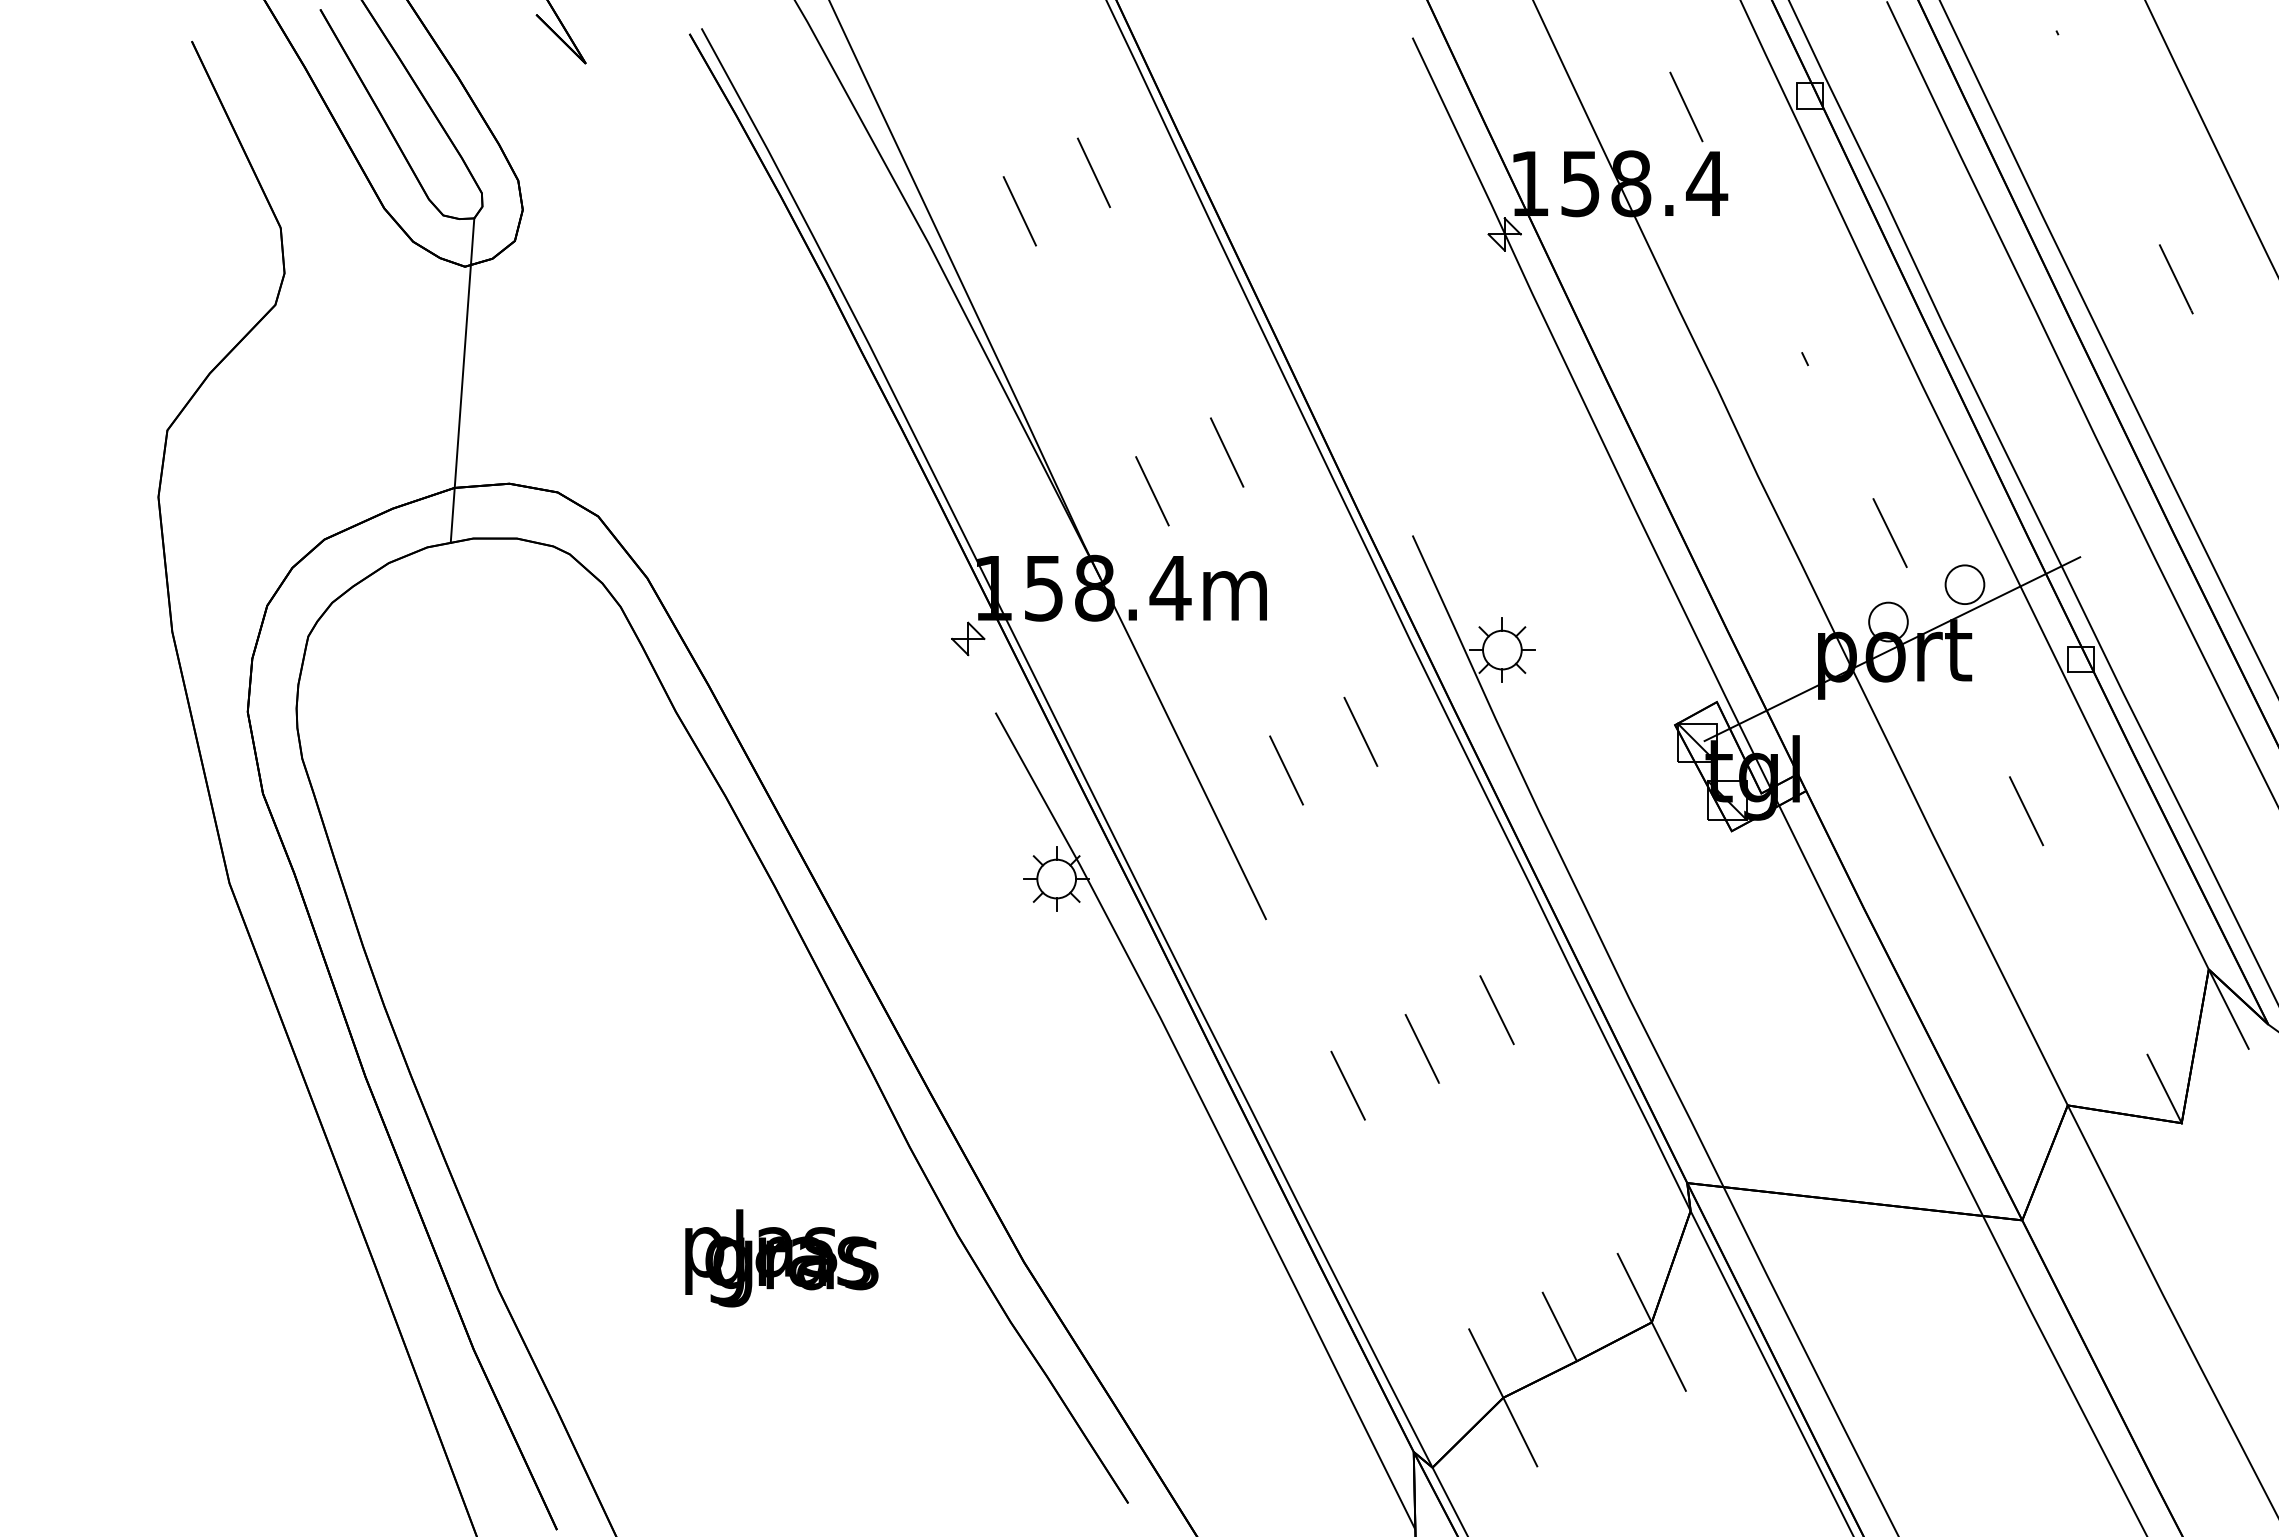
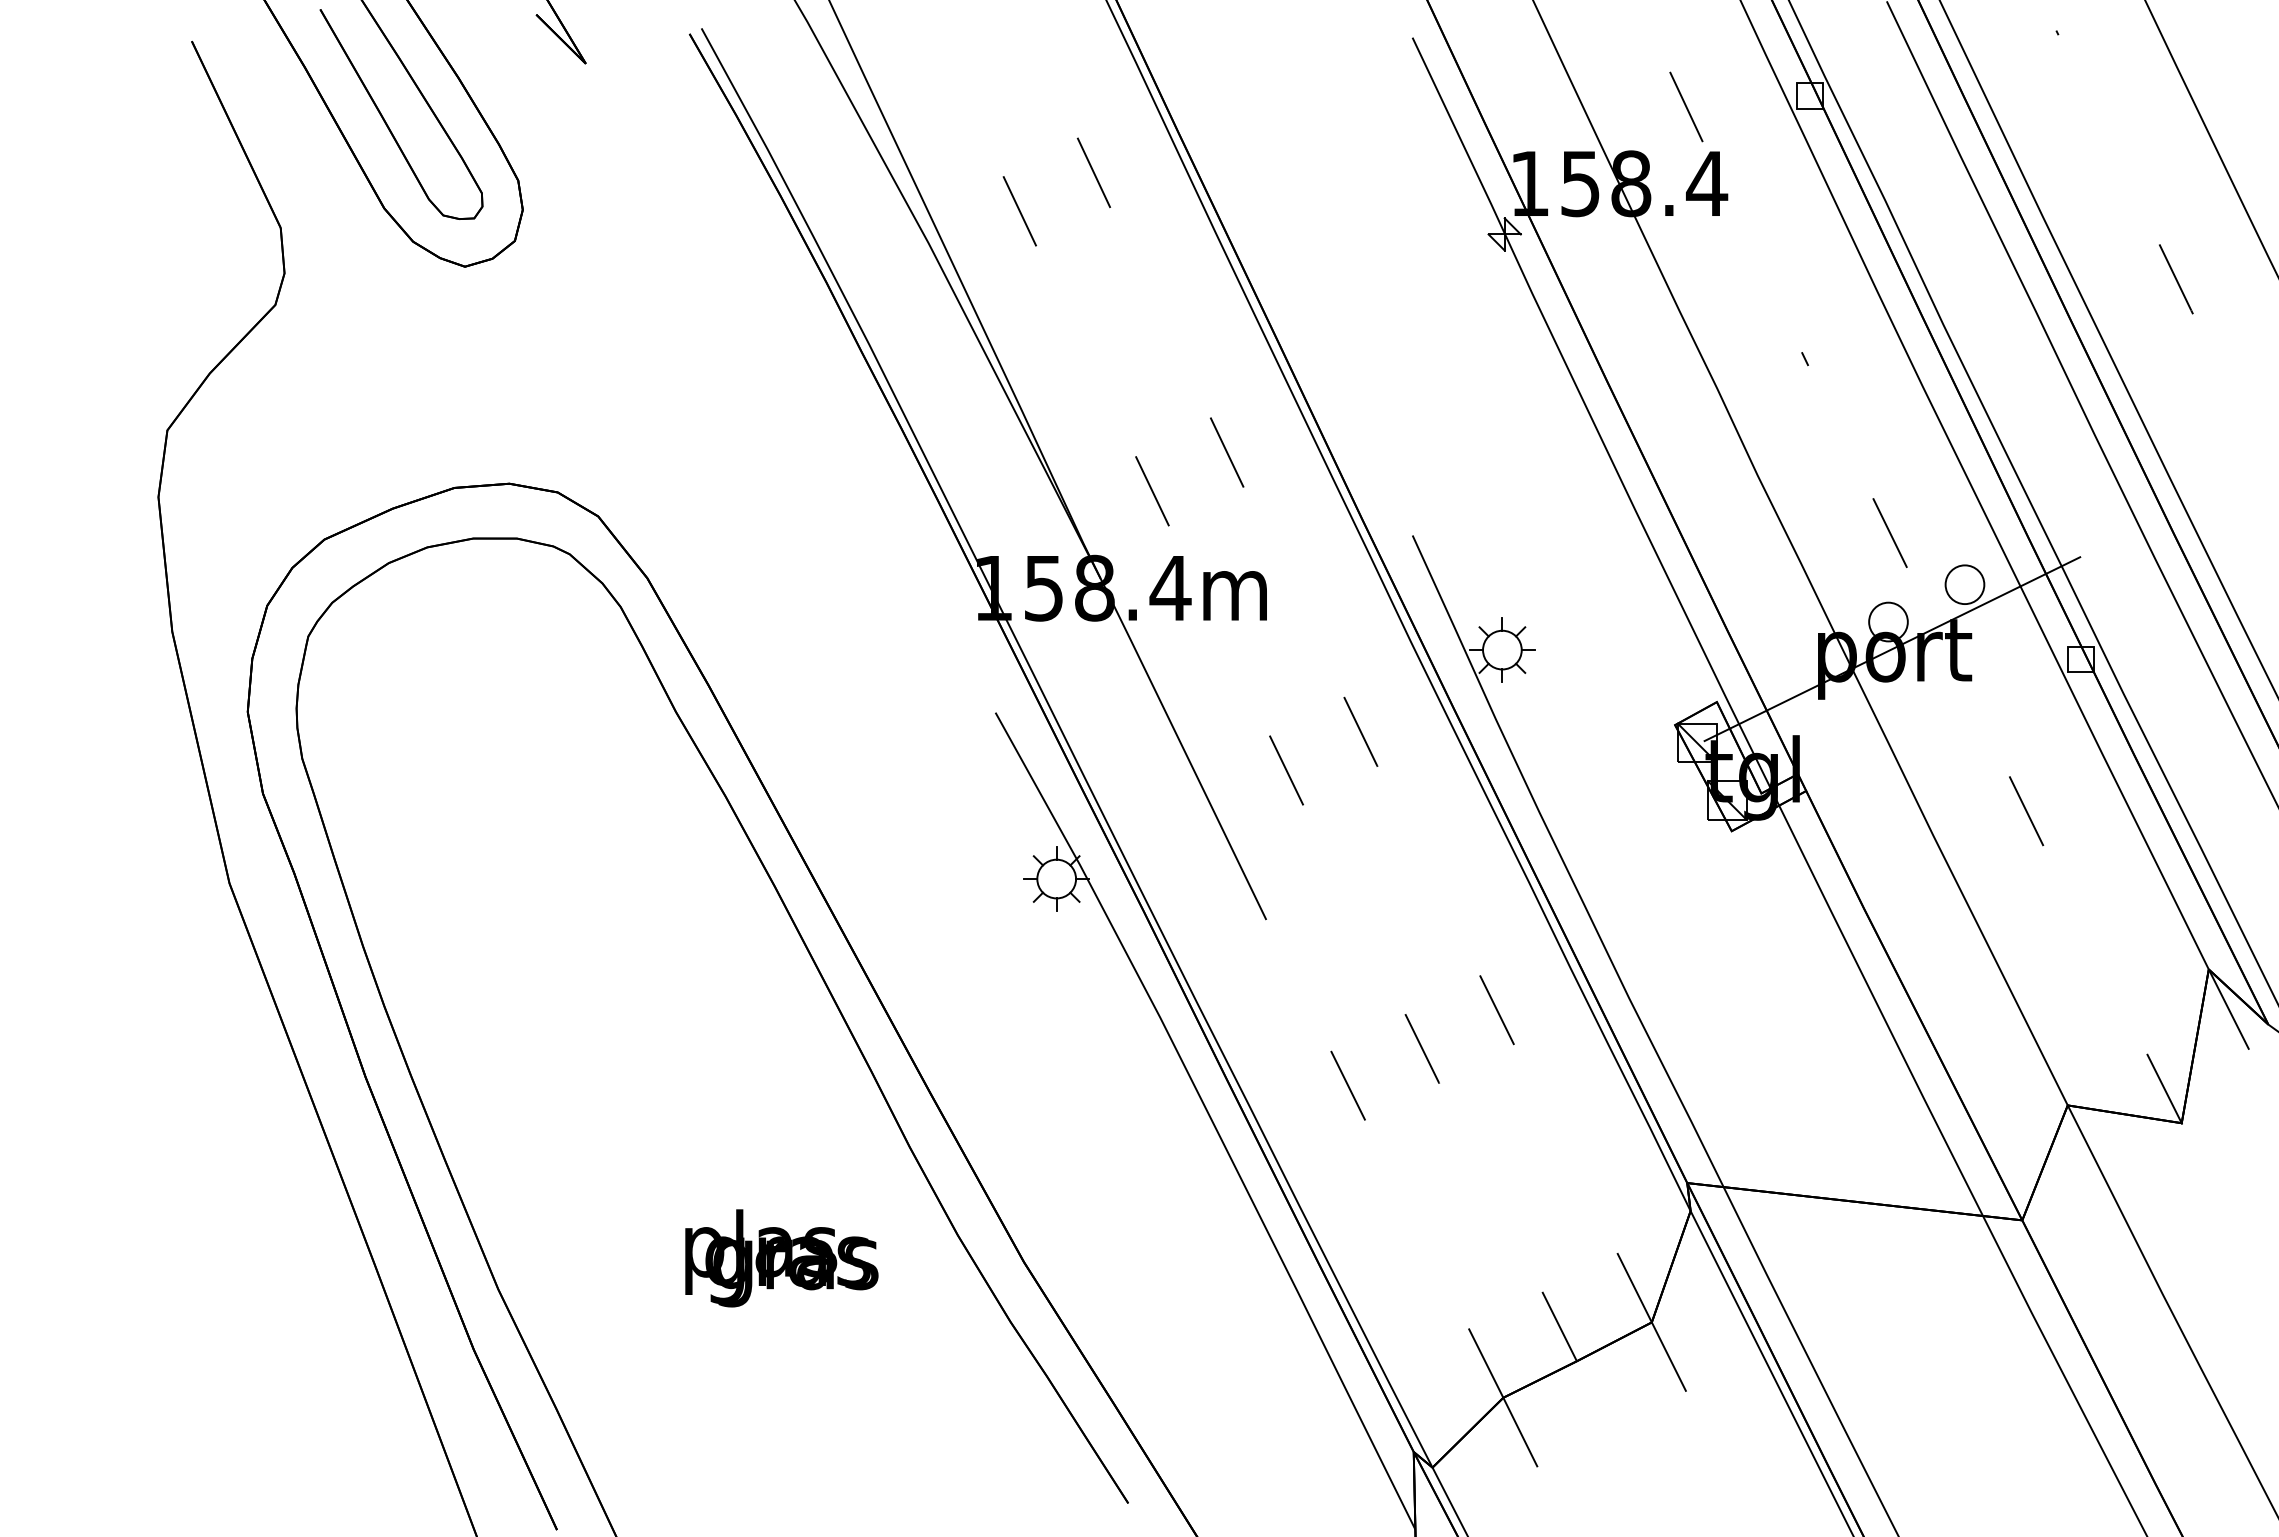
line at (462, 380): present -> none
part at (968, 638): present -> none
